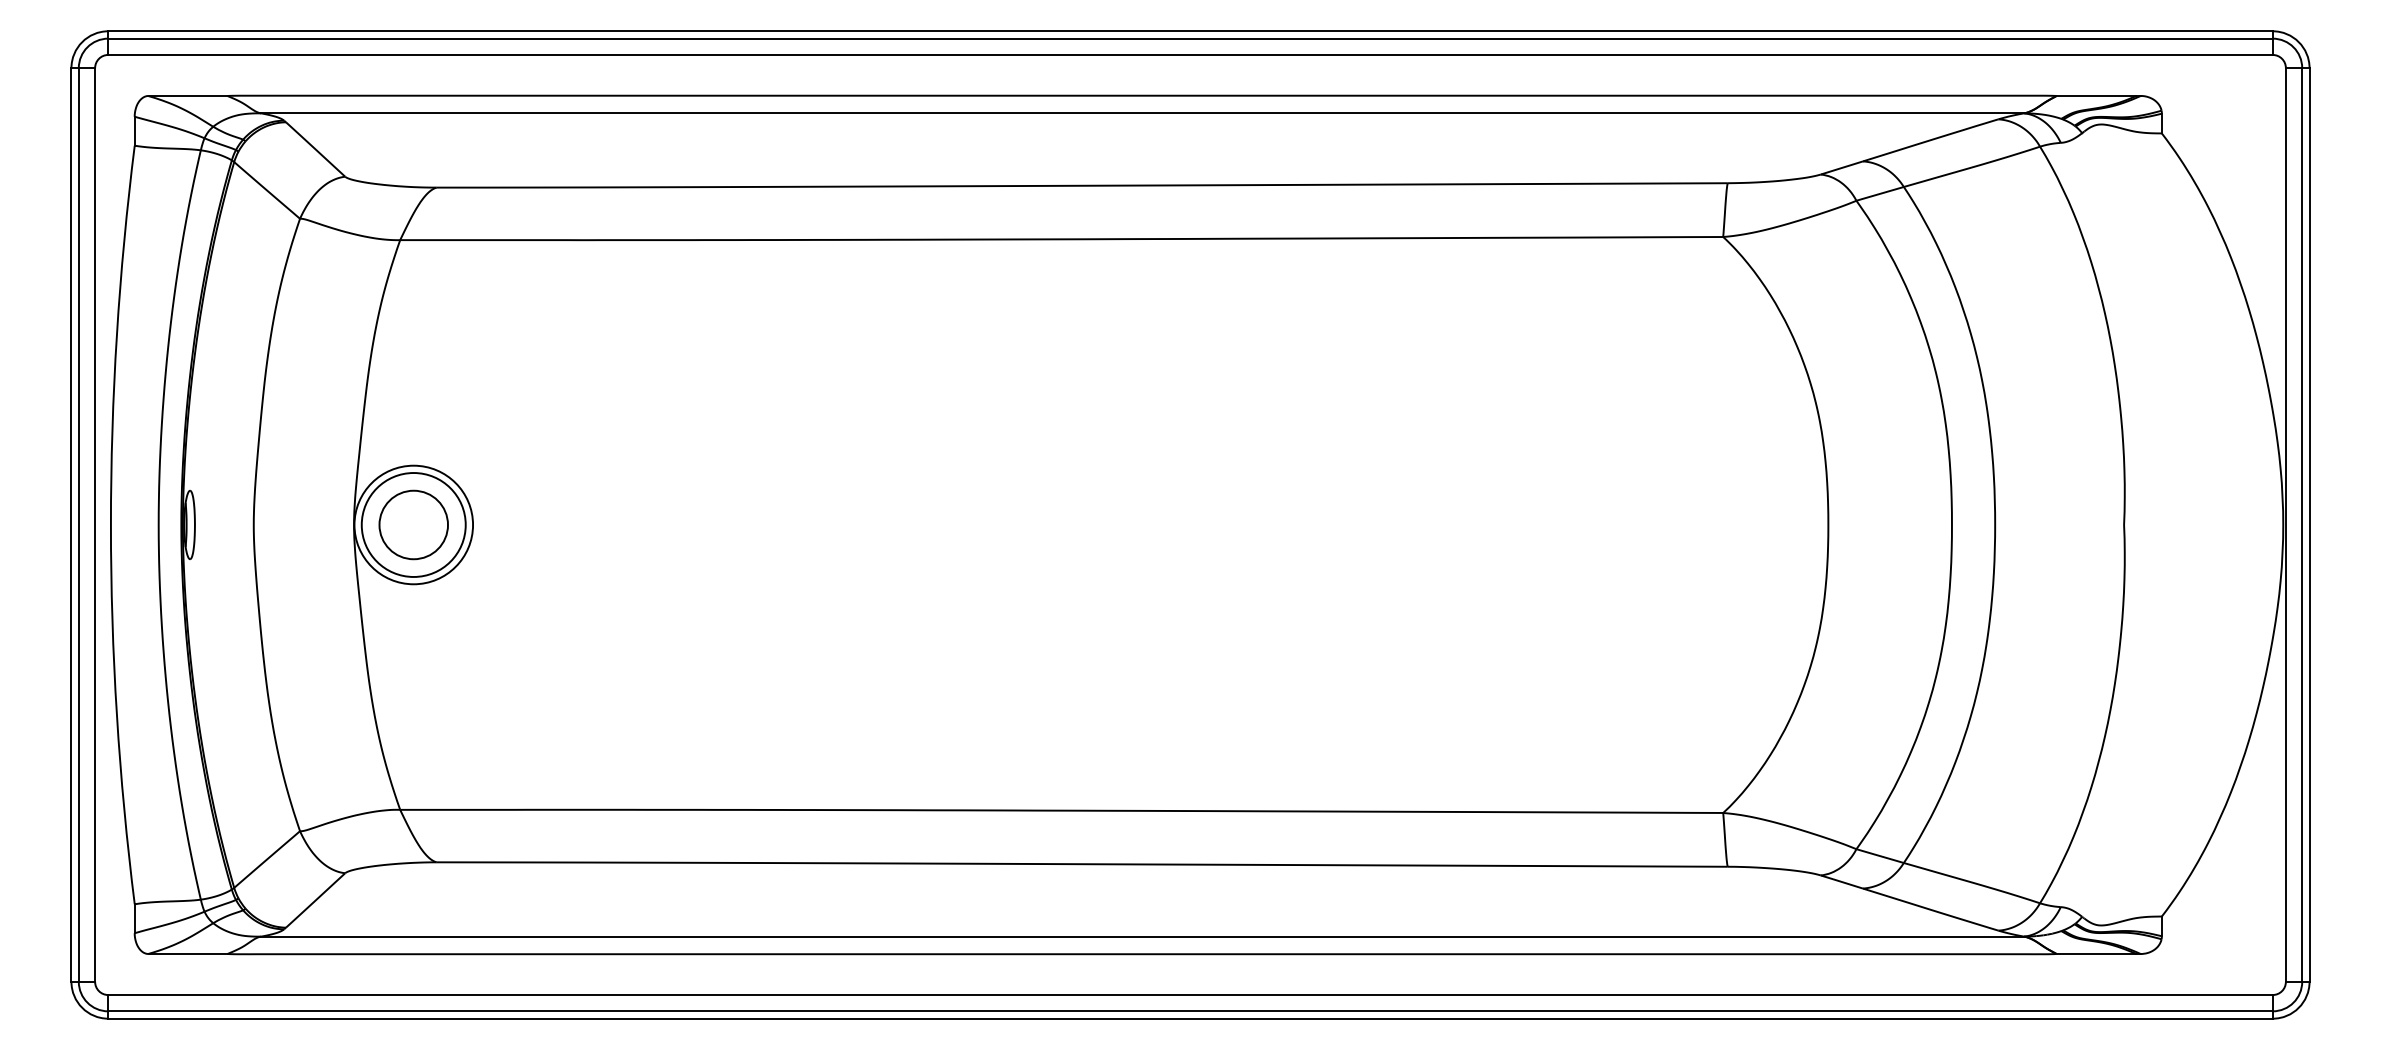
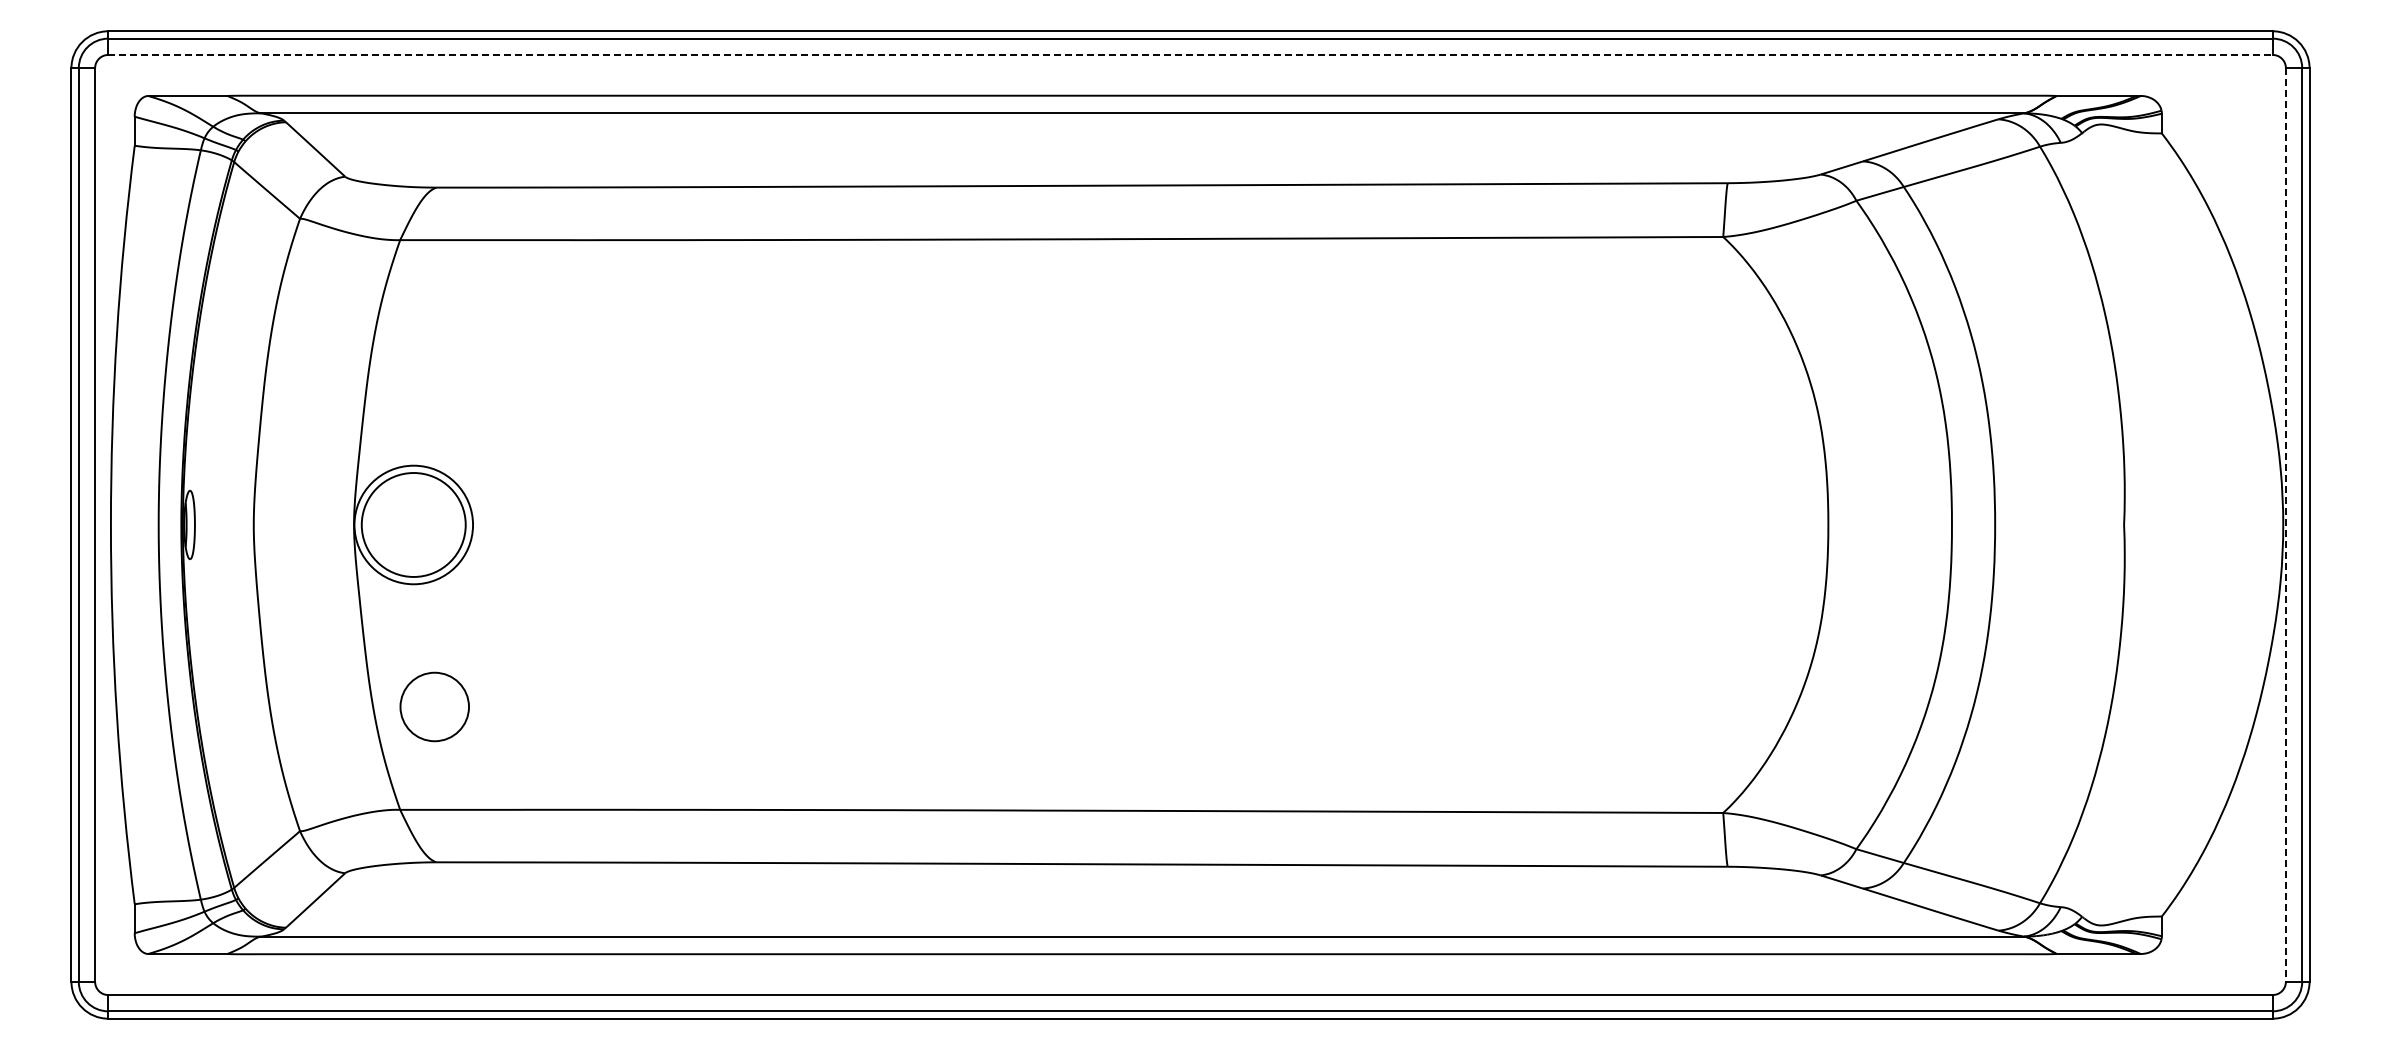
line at (1191, 54): solid -> dashed
circle at (413, 524) position: (413, 524) -> (434, 706)
line at (2285, 525): solid -> dashed
